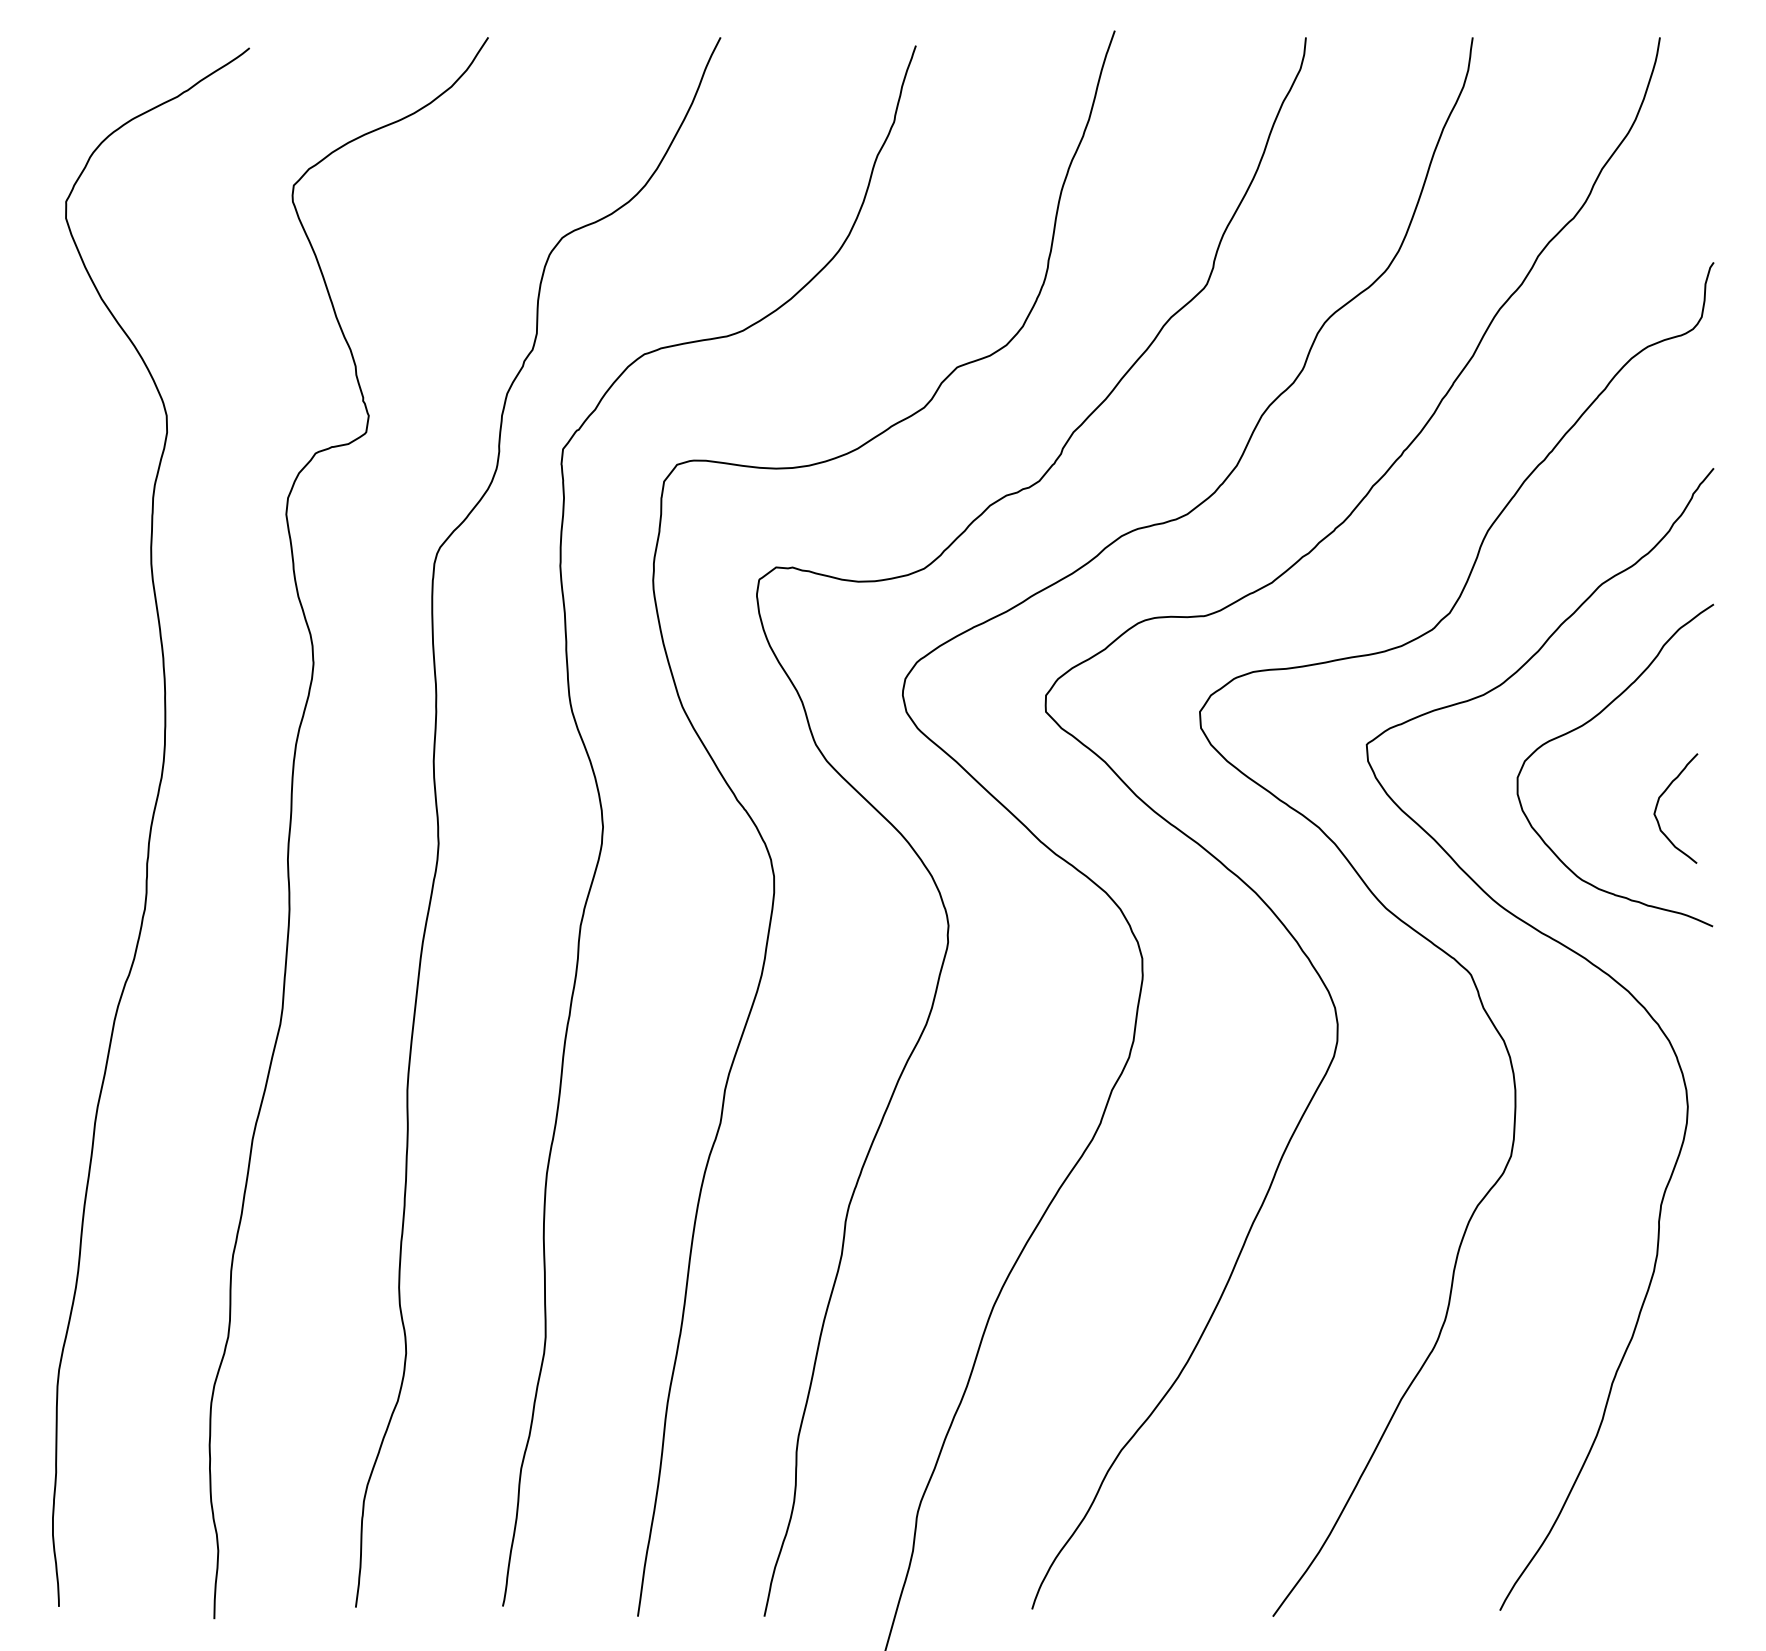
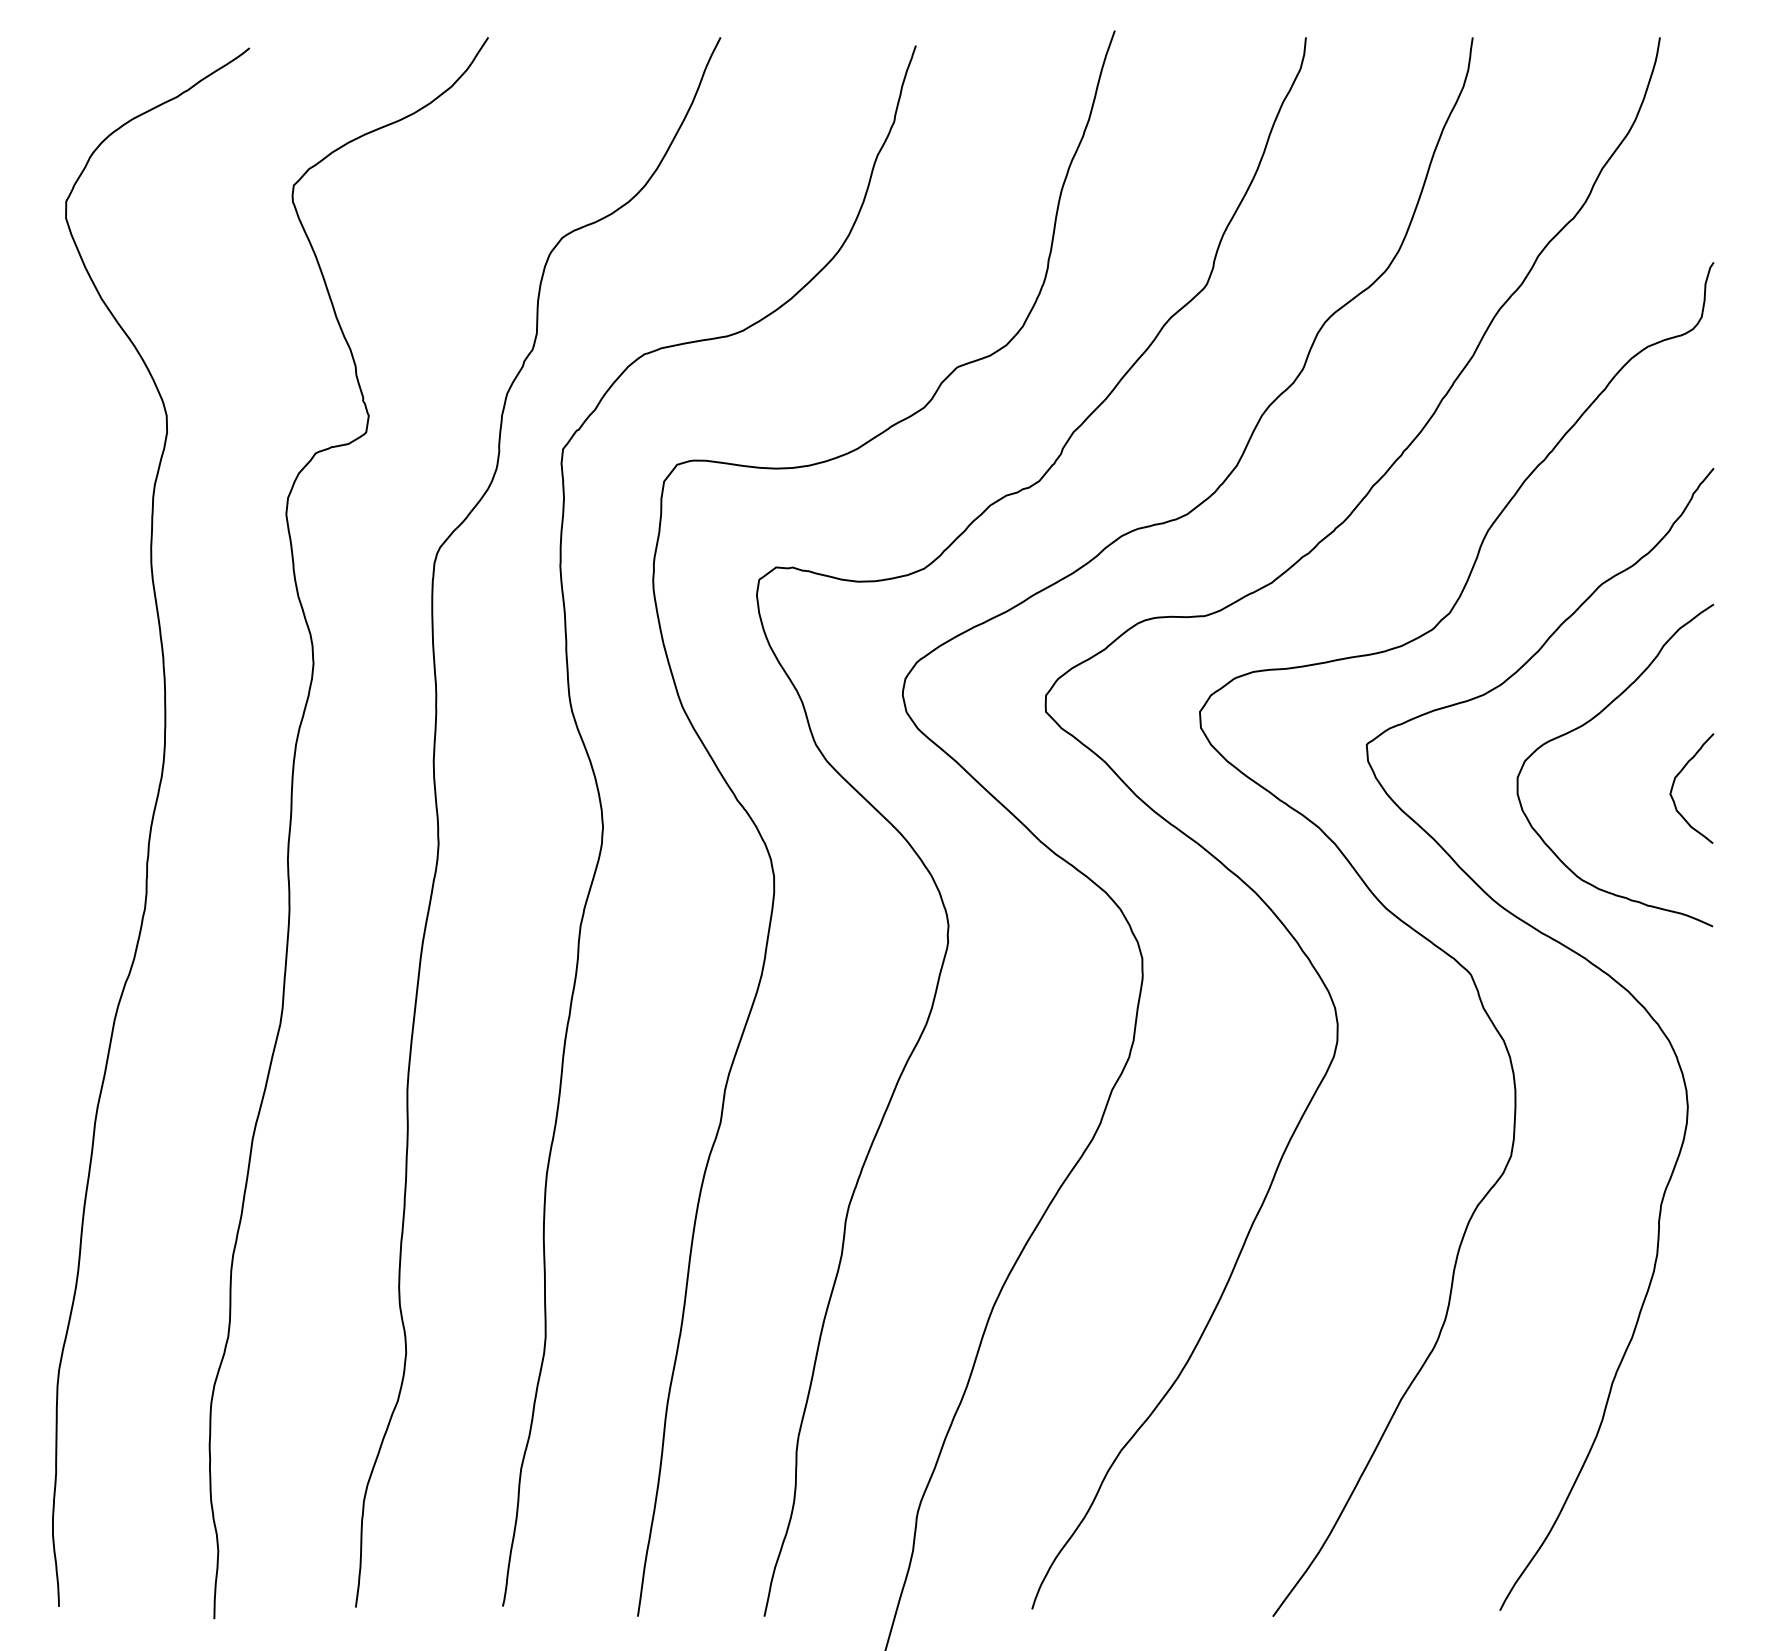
curve at (1658, 803) position: (1658, 803) -> (1674, 783)
